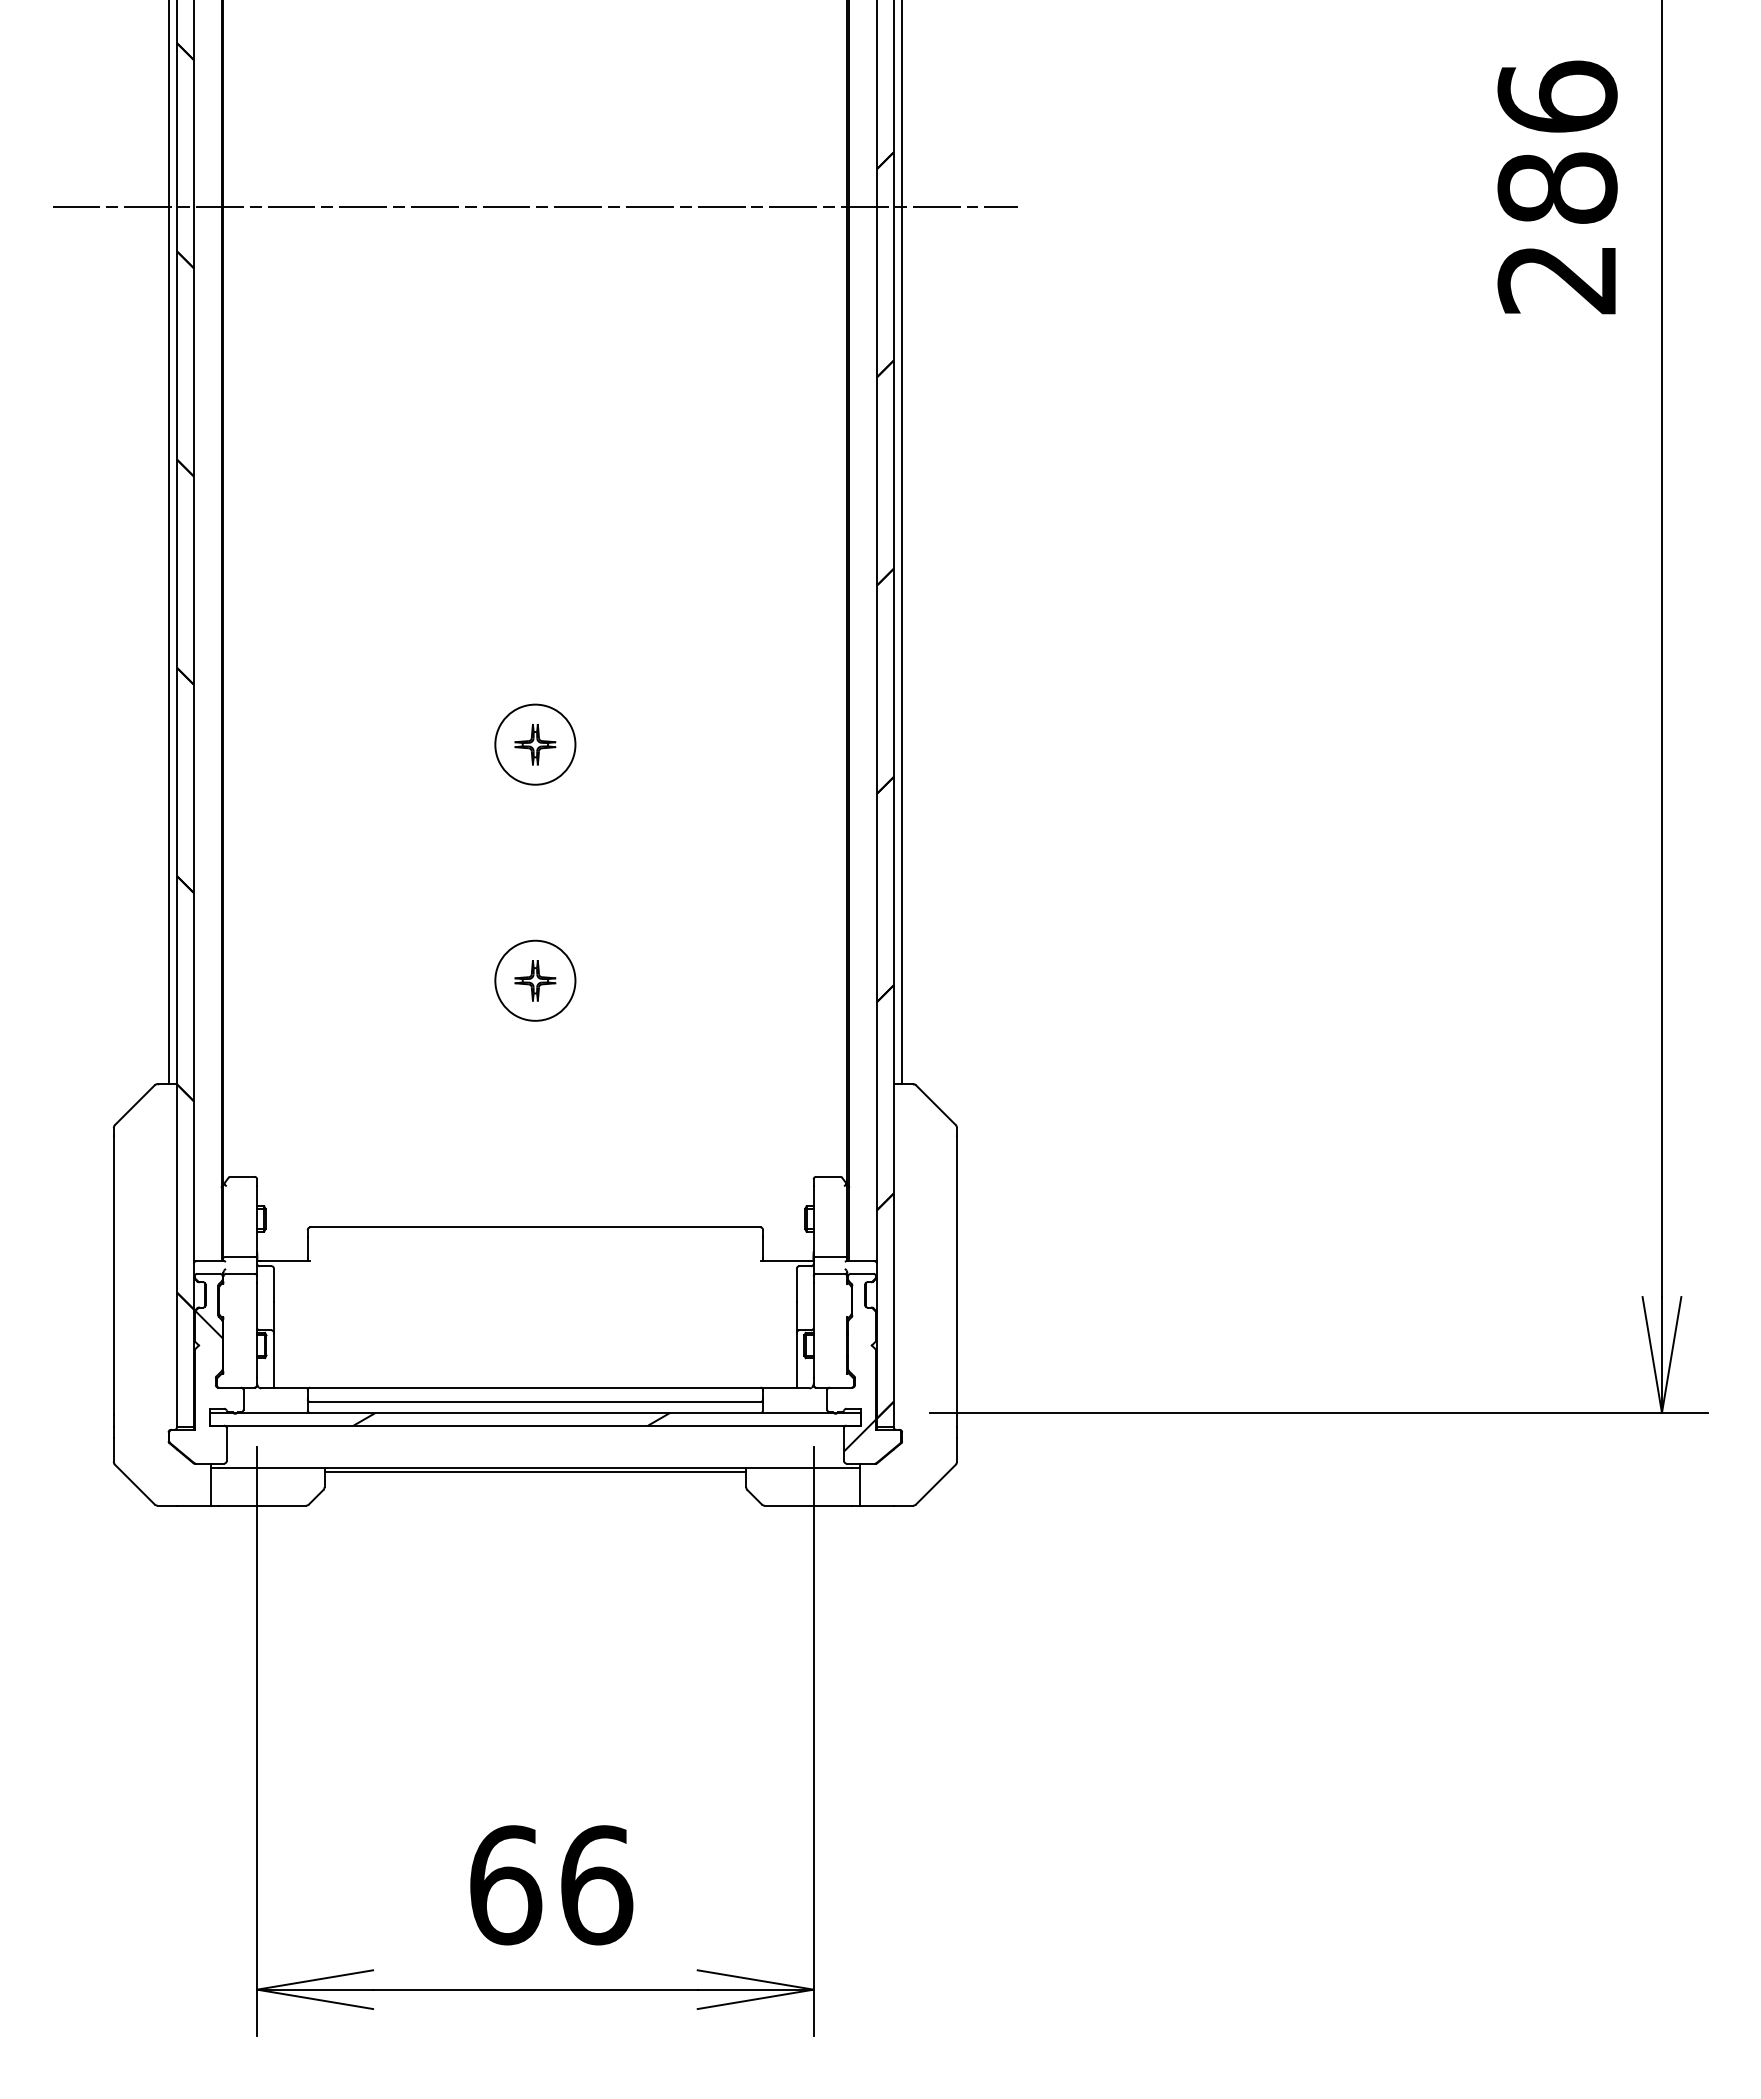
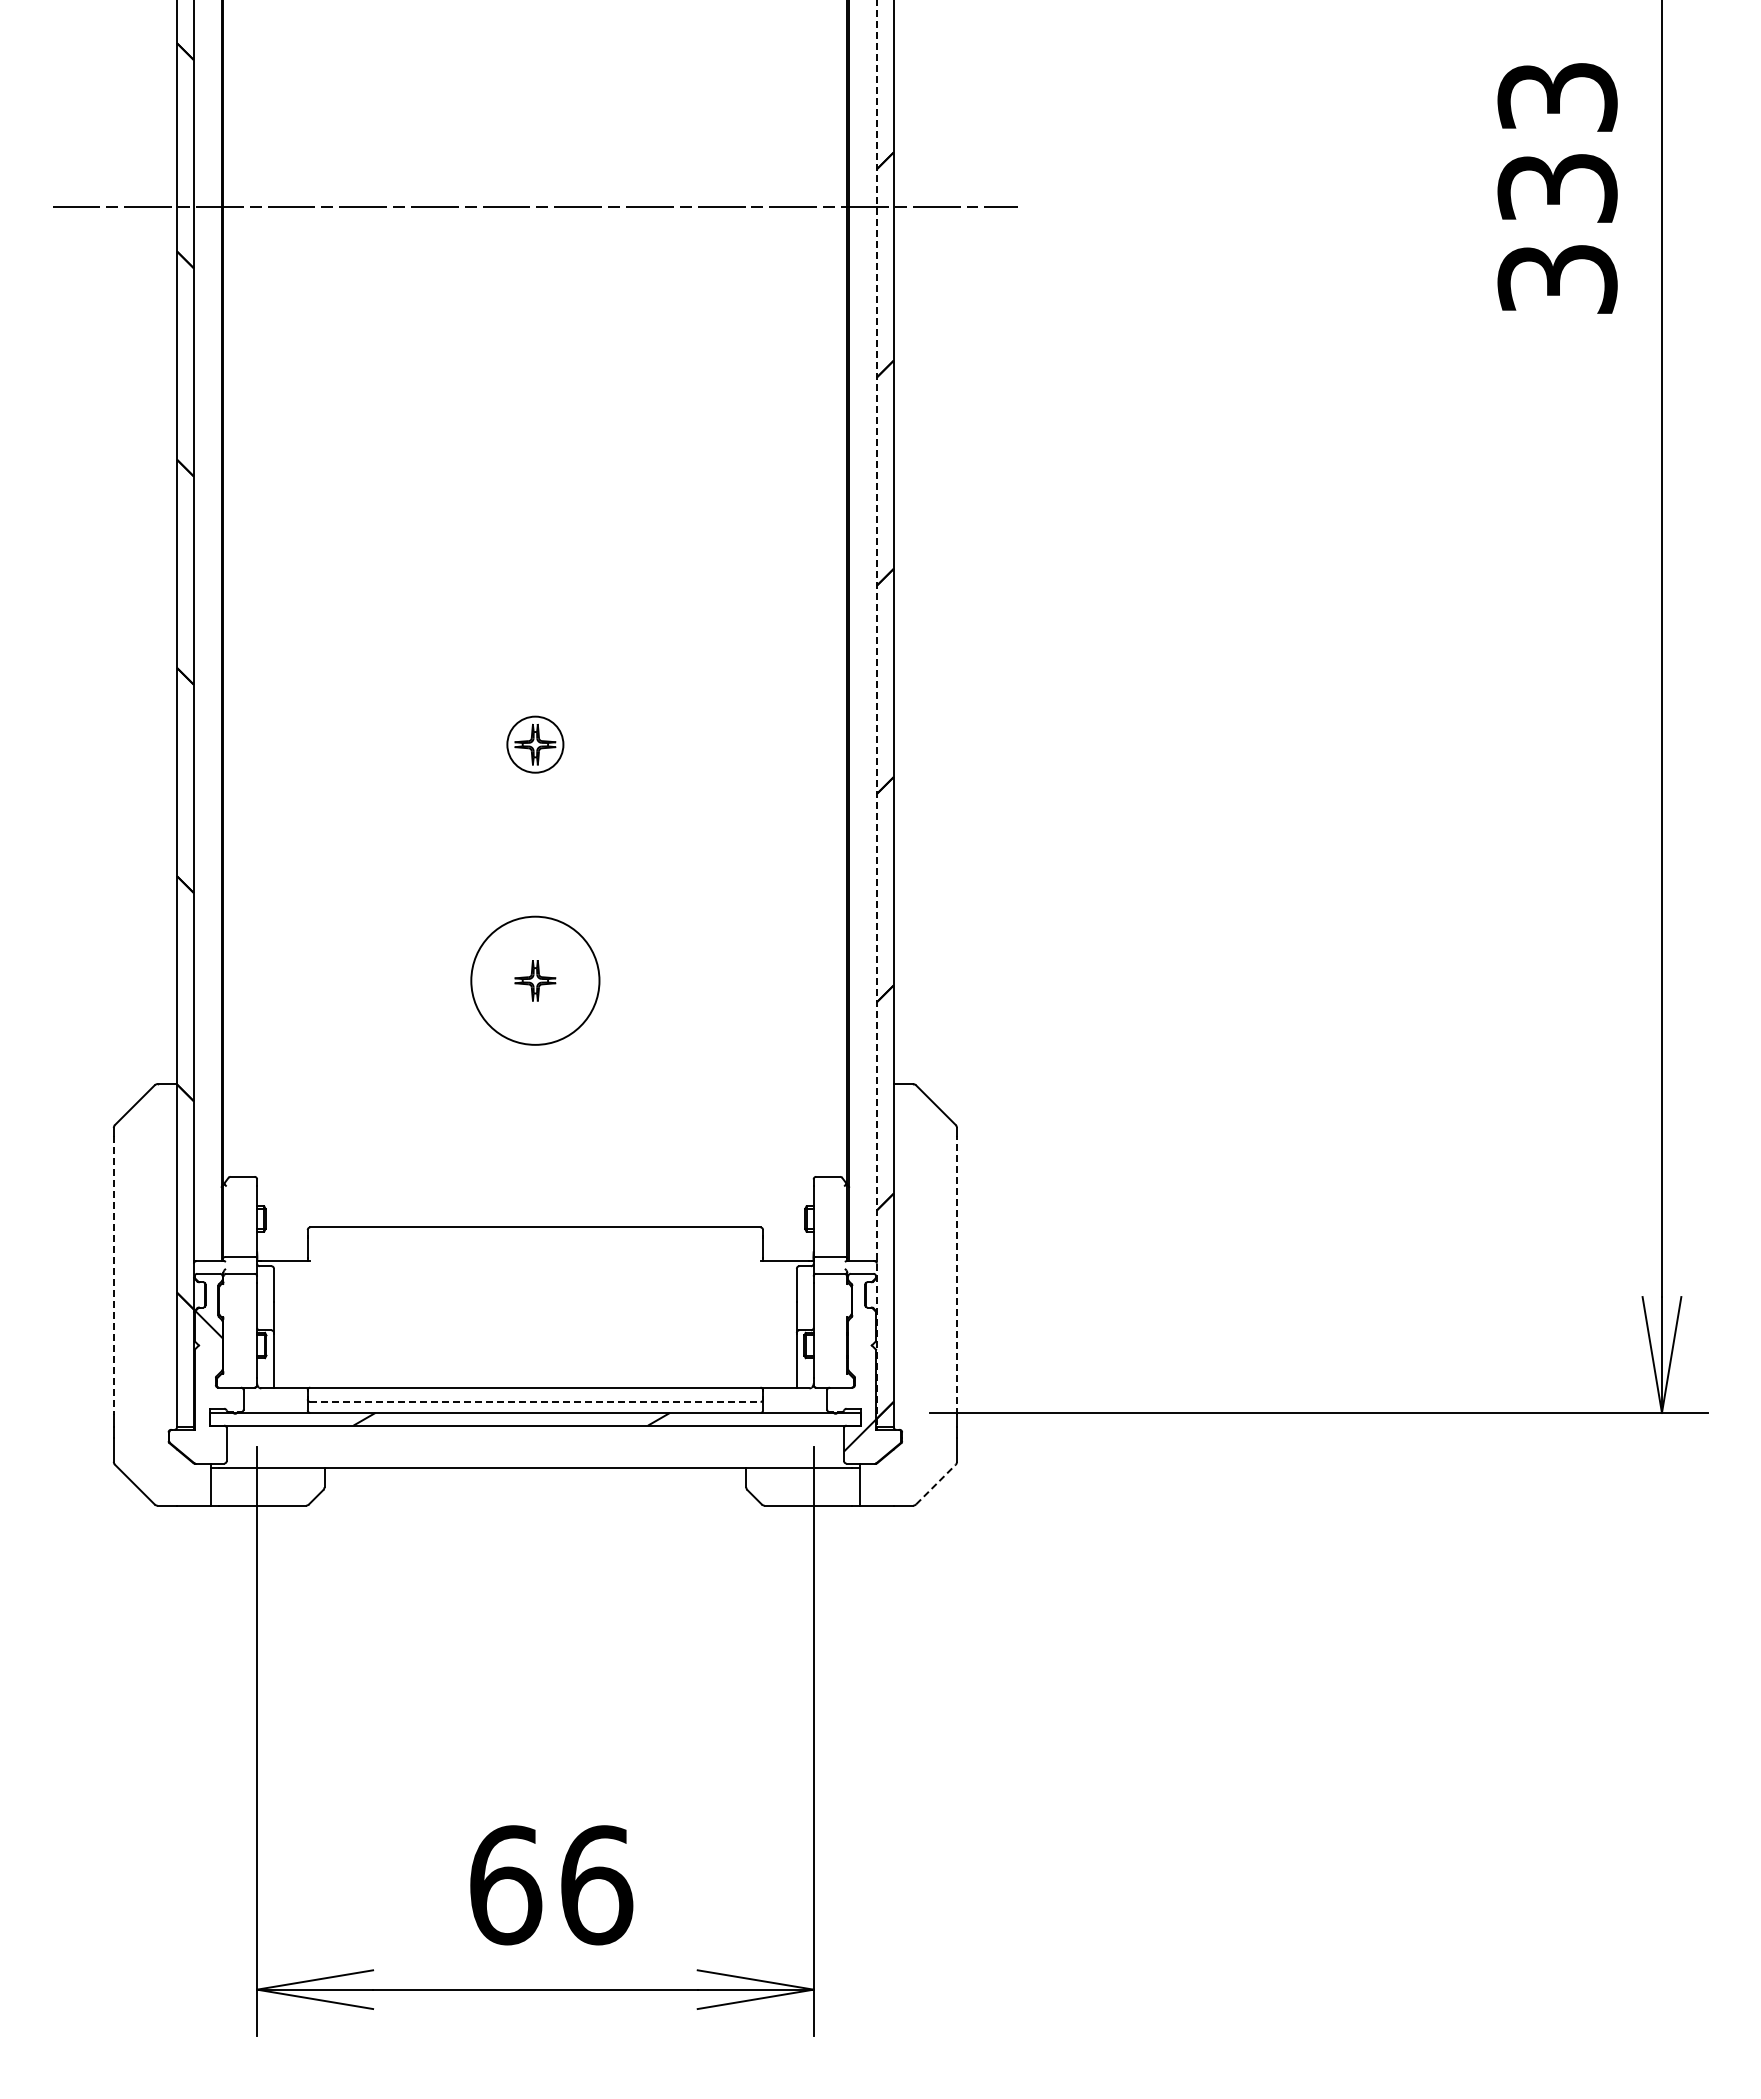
text at (1557, 187): 286 -> 333
line at (168, 543): present -> none
line at (902, 543): present -> none
line at (876, 714): solid -> dashed
circle at (535, 744) diameter: 80 px -> 56 px
circle at (535, 980) diameter: 80 px -> 128 px
line at (957, 1274): solid -> dashed
line at (113, 1275): solid -> dashed
line at (535, 1401): solid -> dashed
line at (535, 1471): present -> none
line at (936, 1484): solid -> dashed
